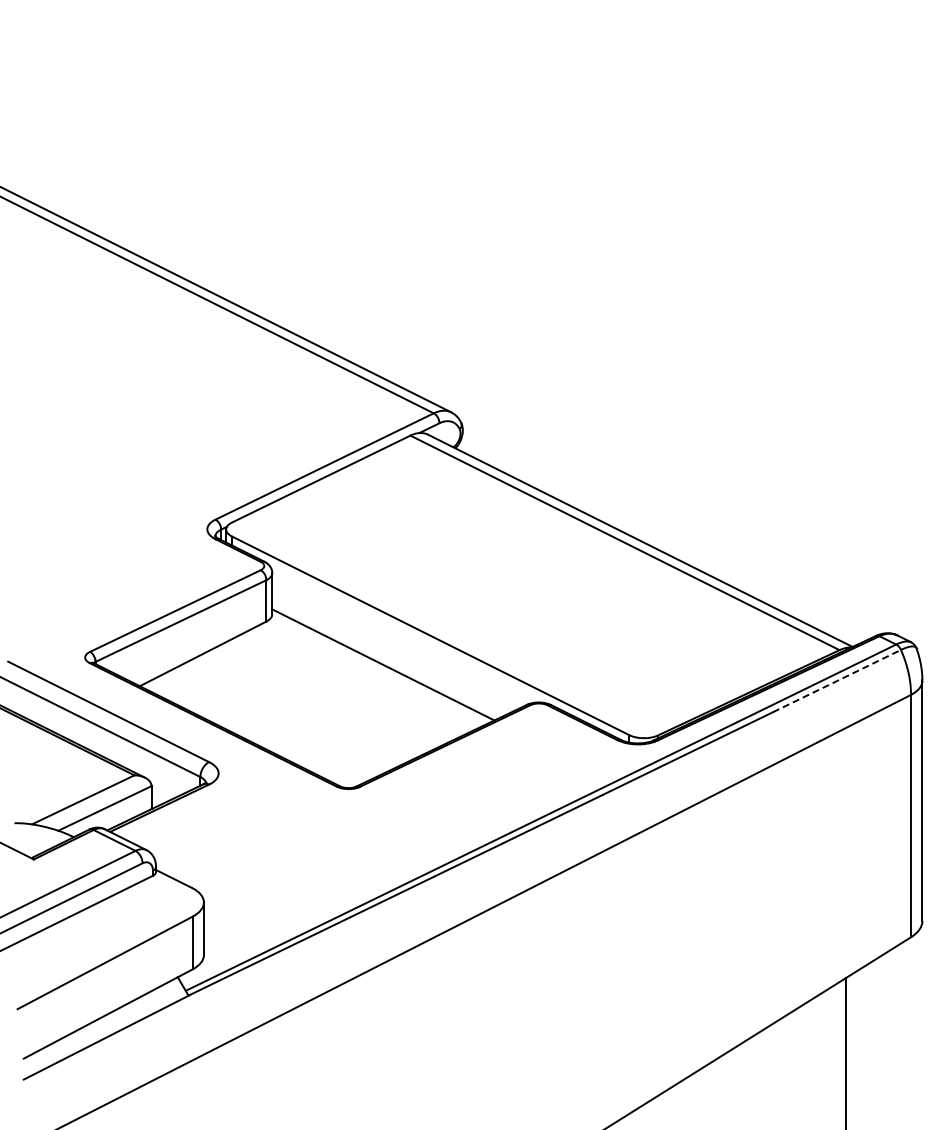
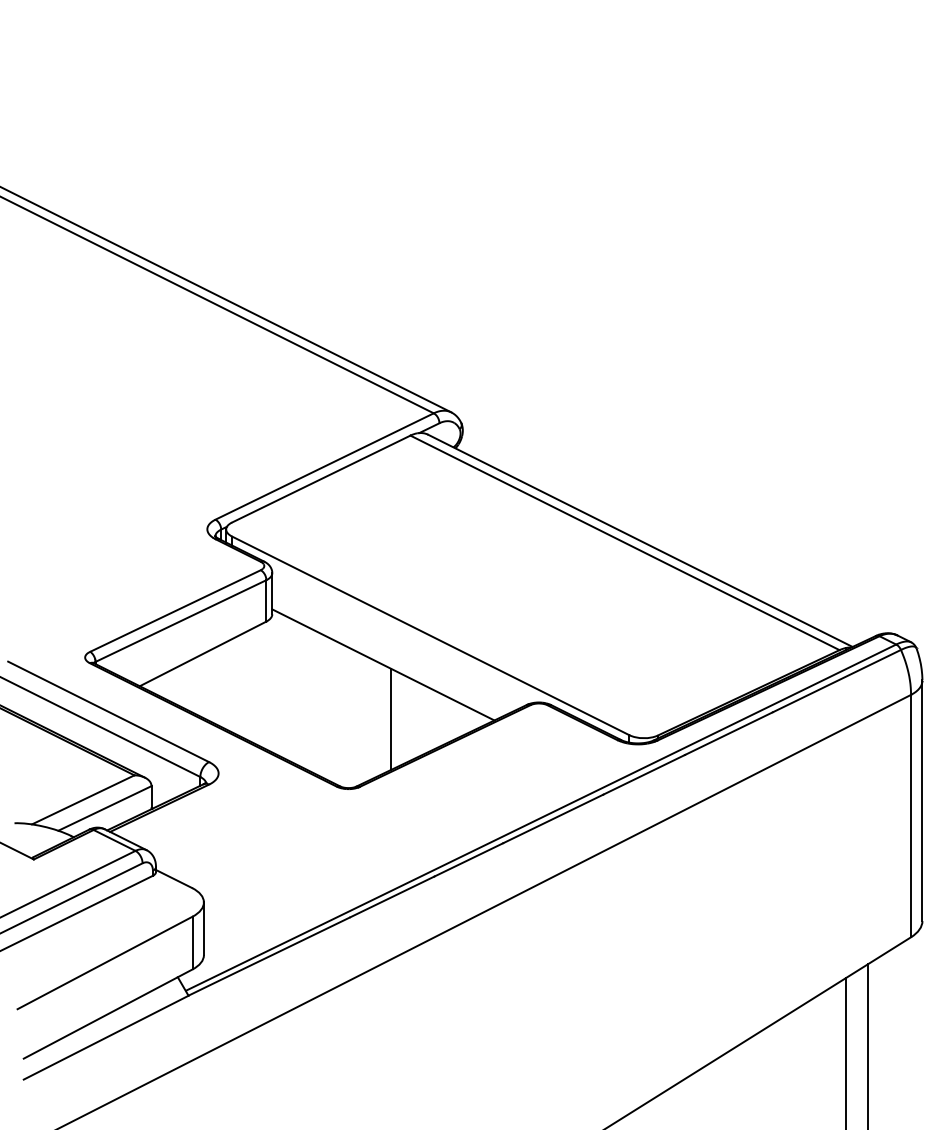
line at (837, 680): dashed -> solid
line at (390, 719): none -> present
line at (867, 1045): none -> present
